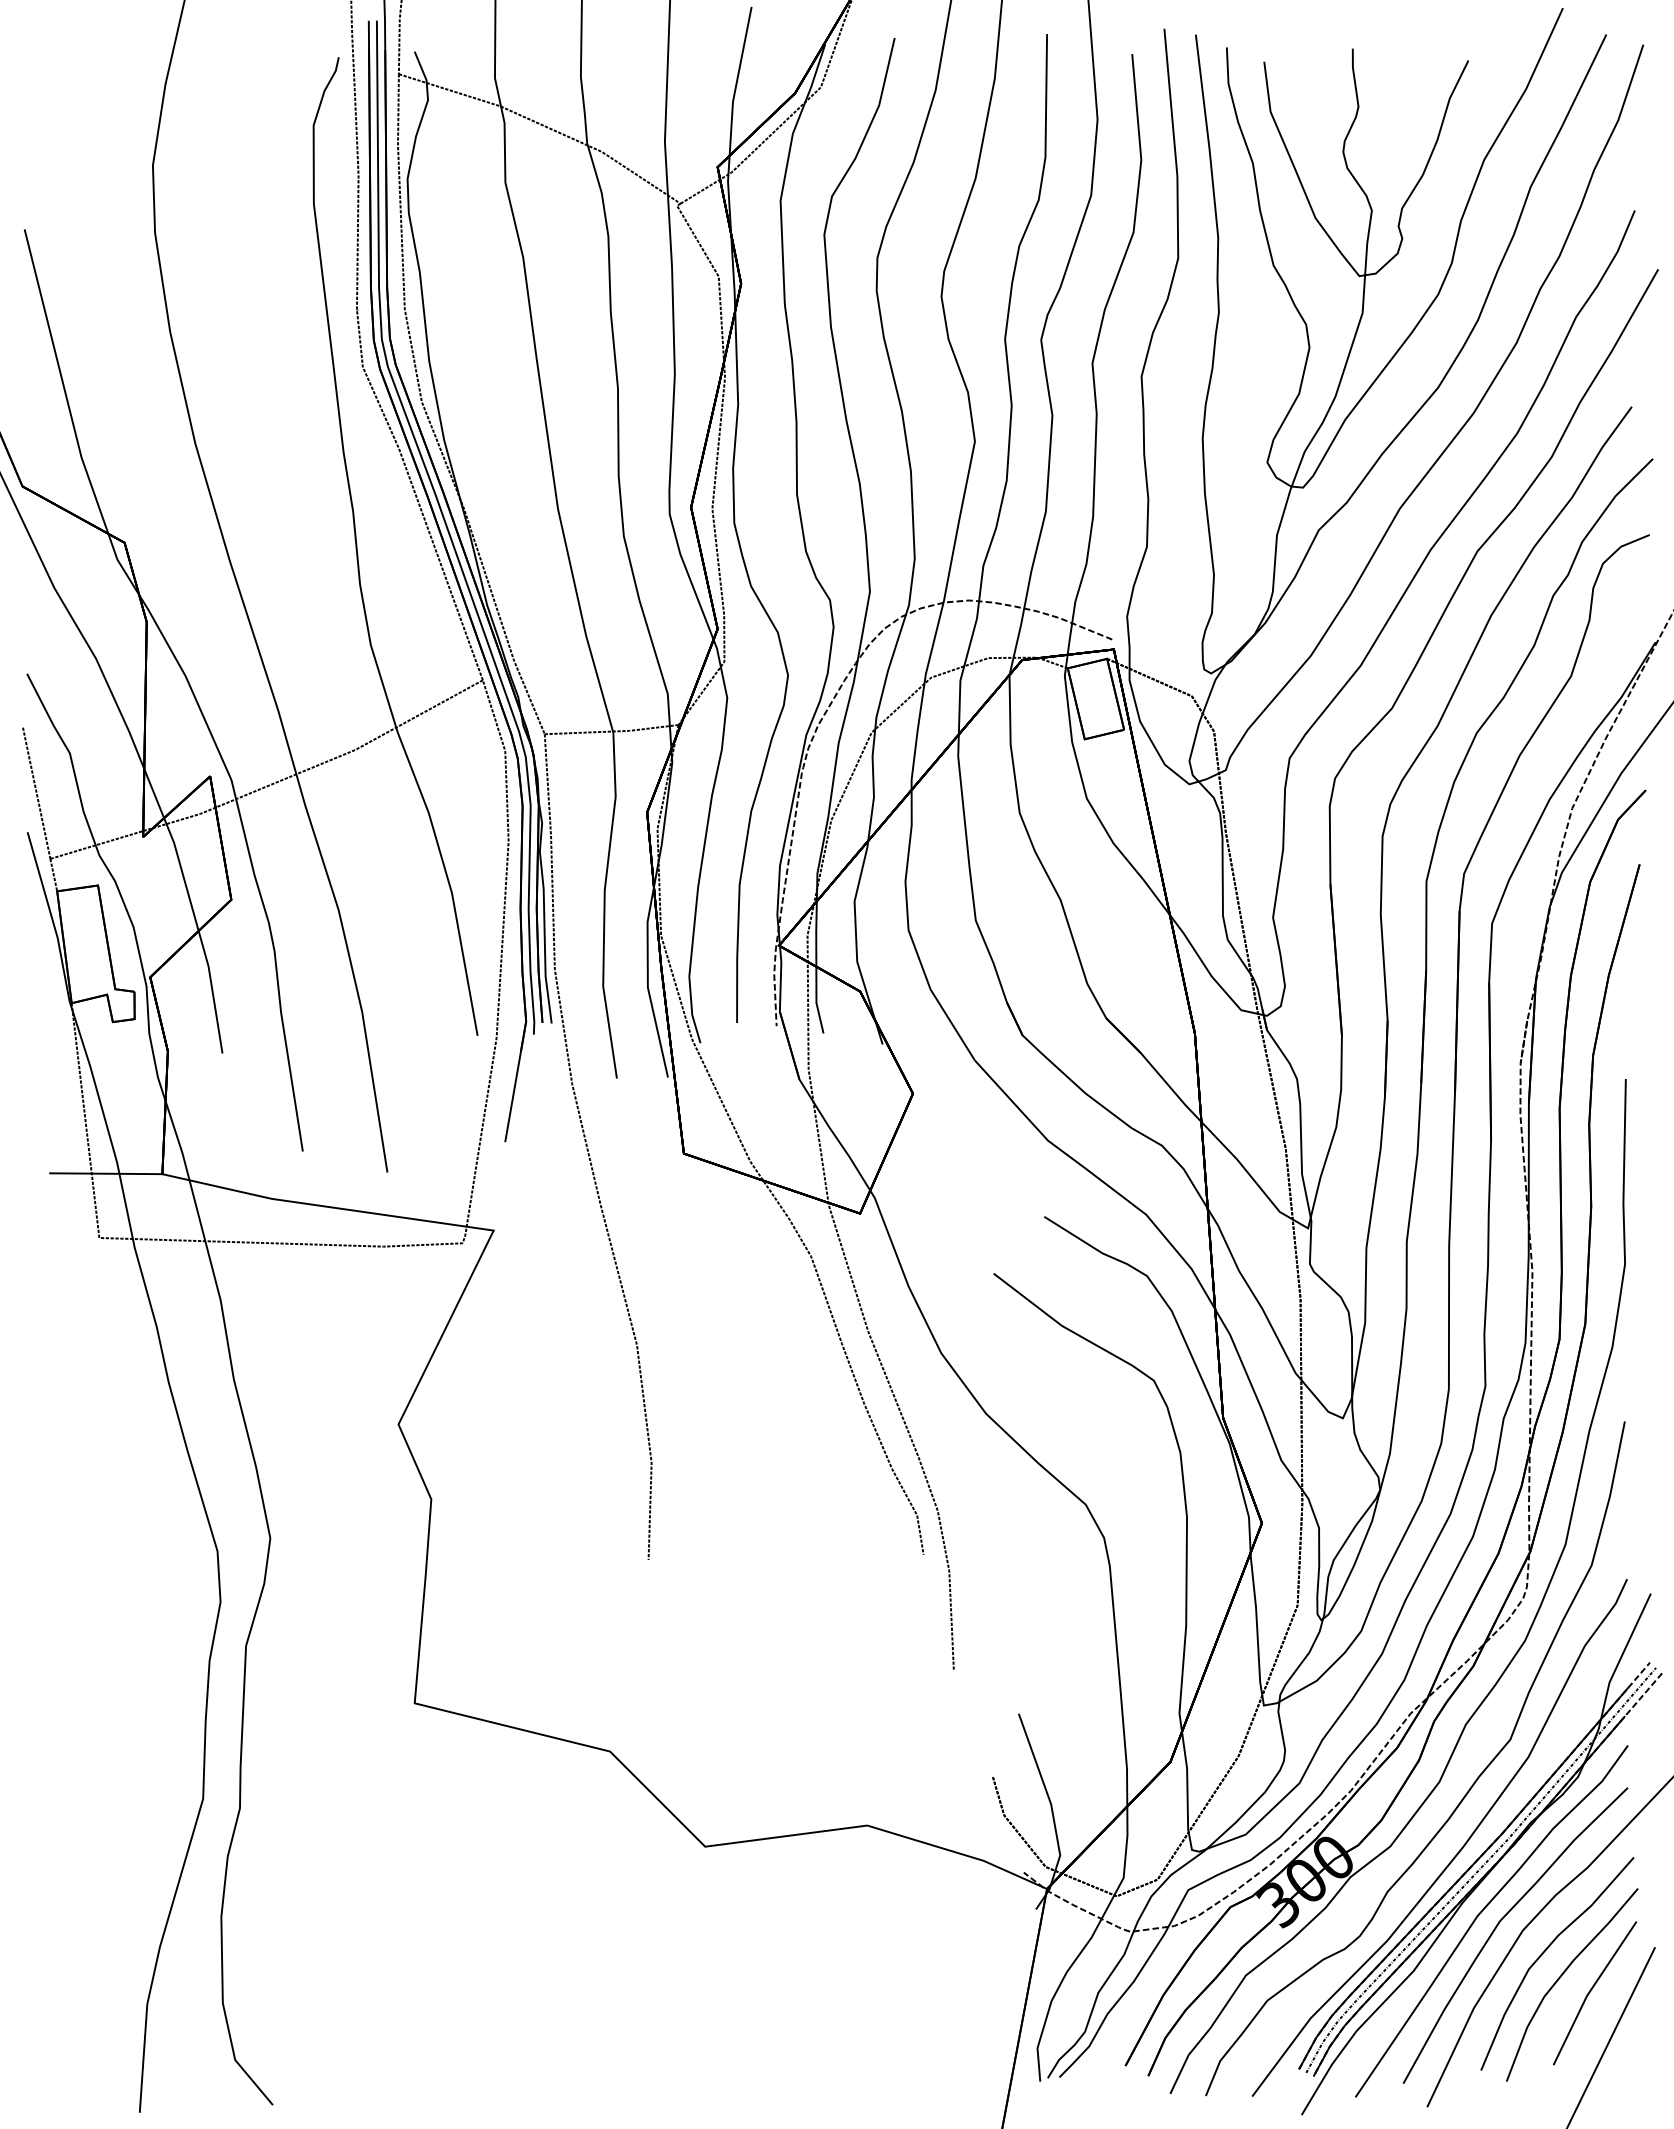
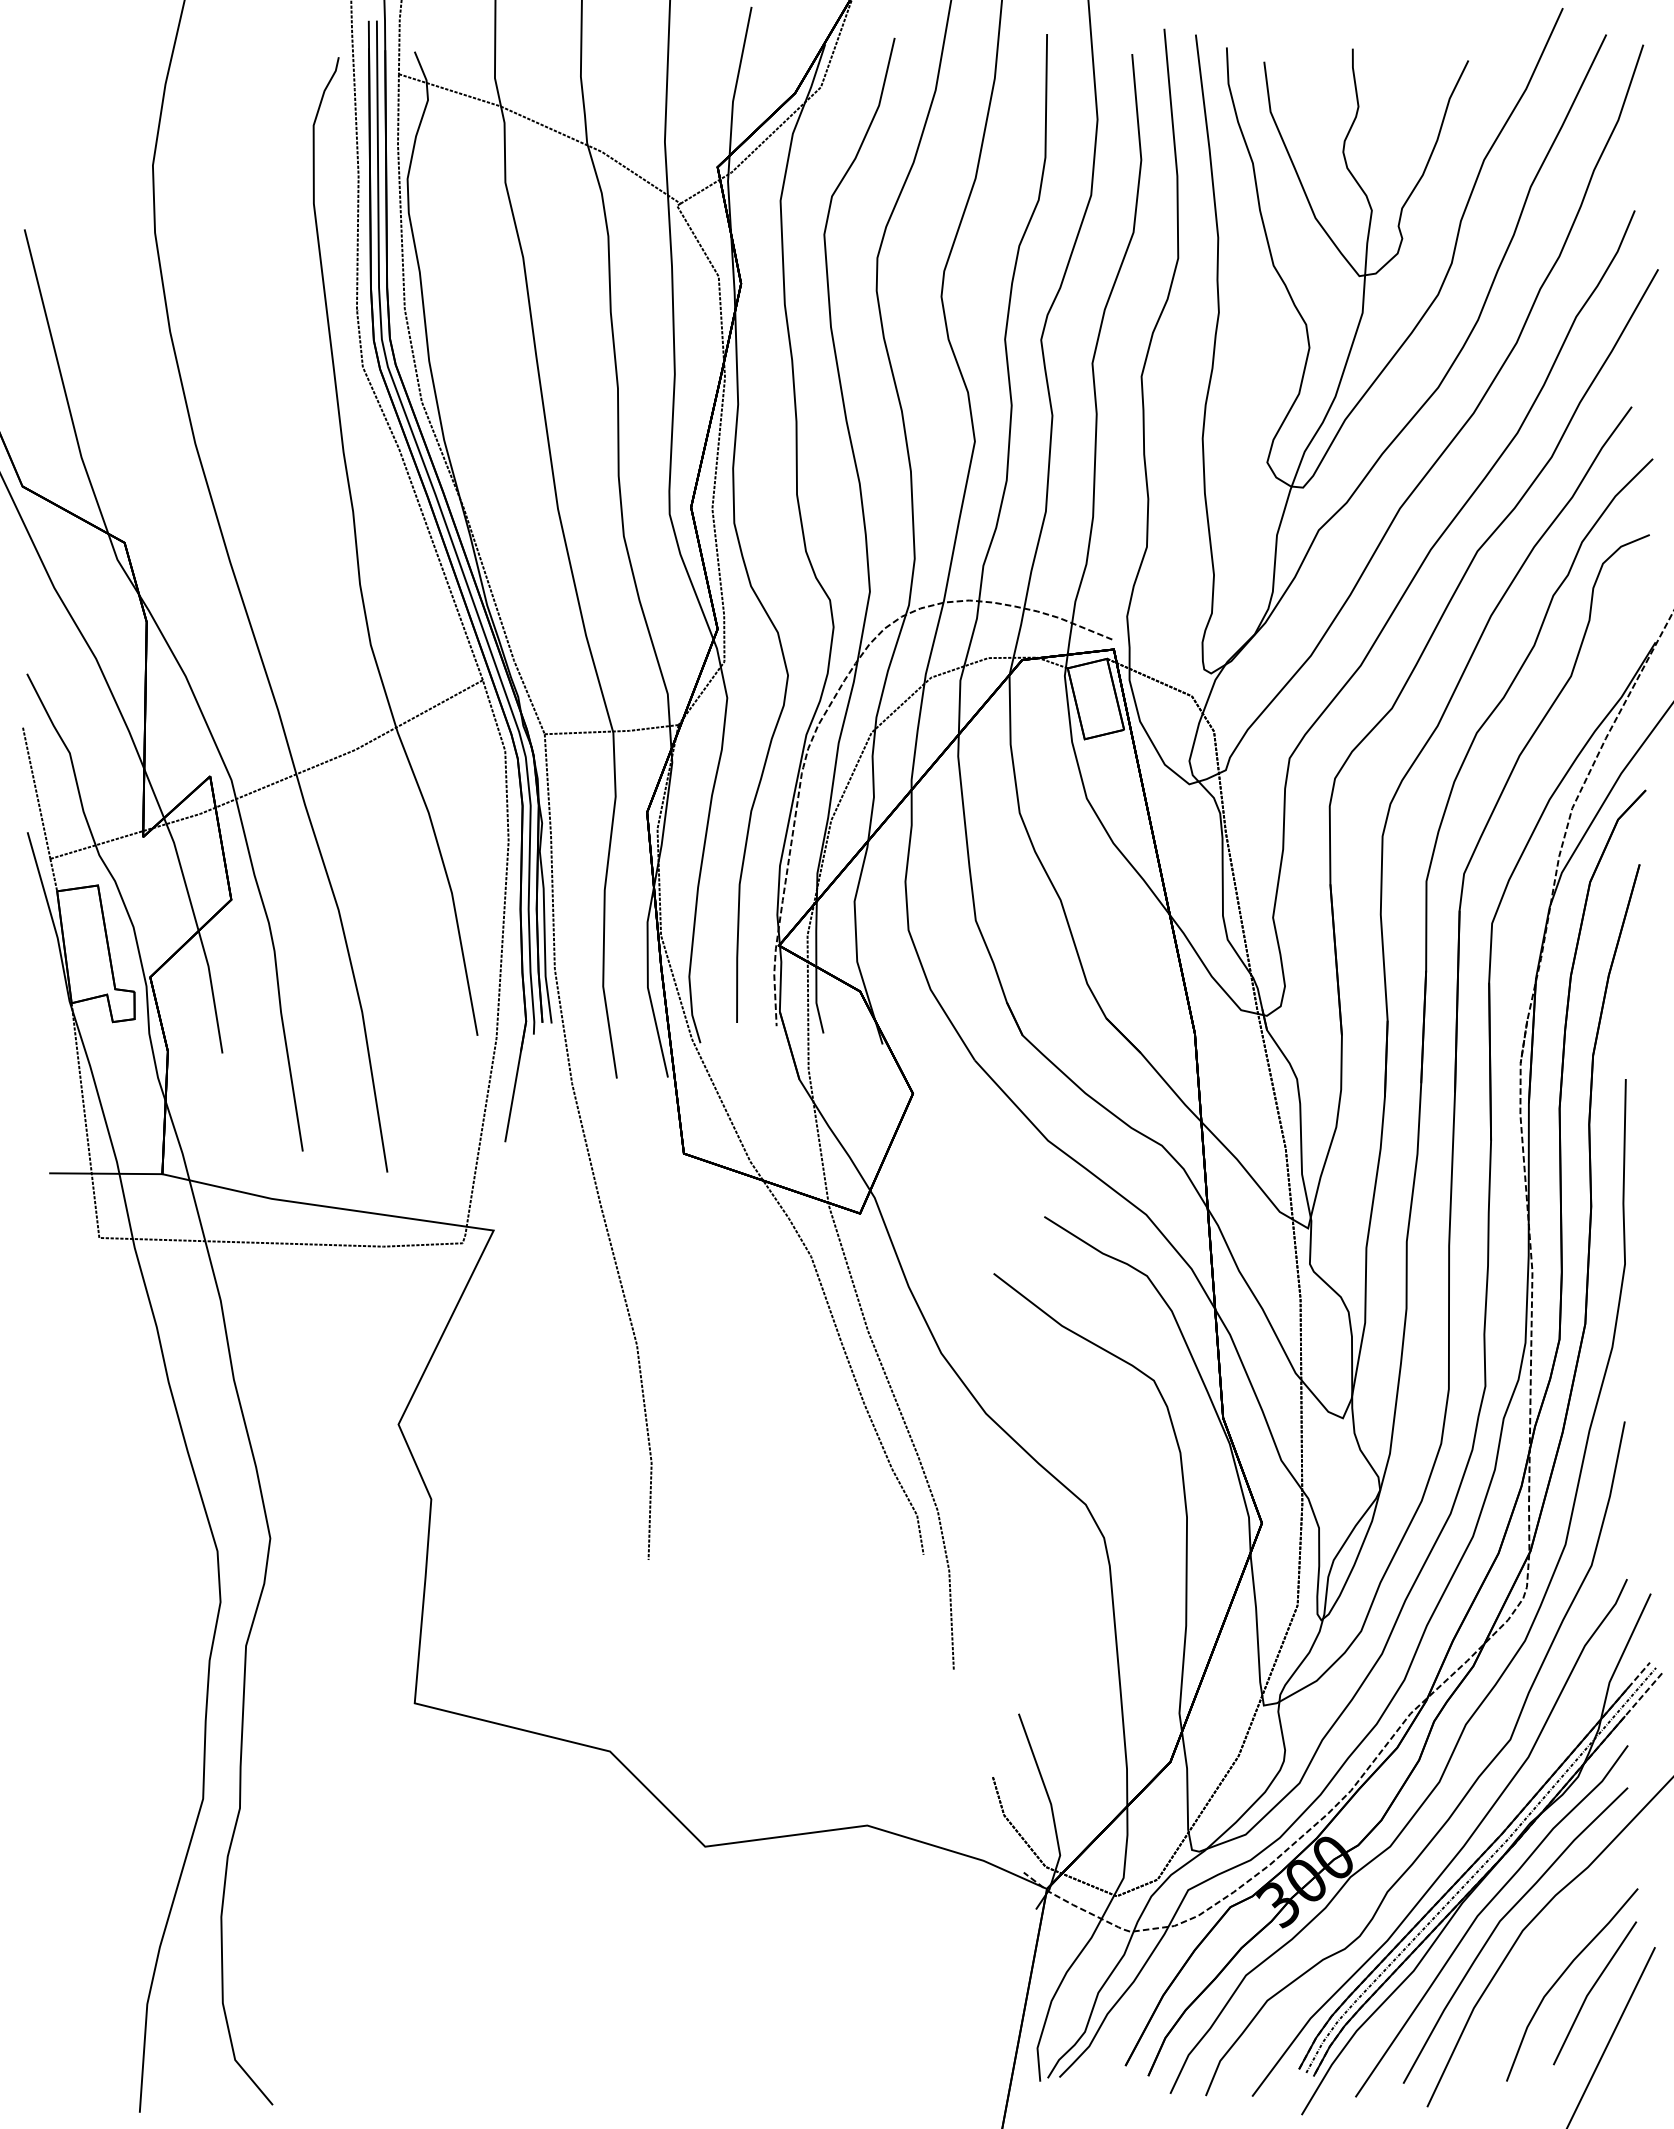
curve at (1543, 1954): present -> none
